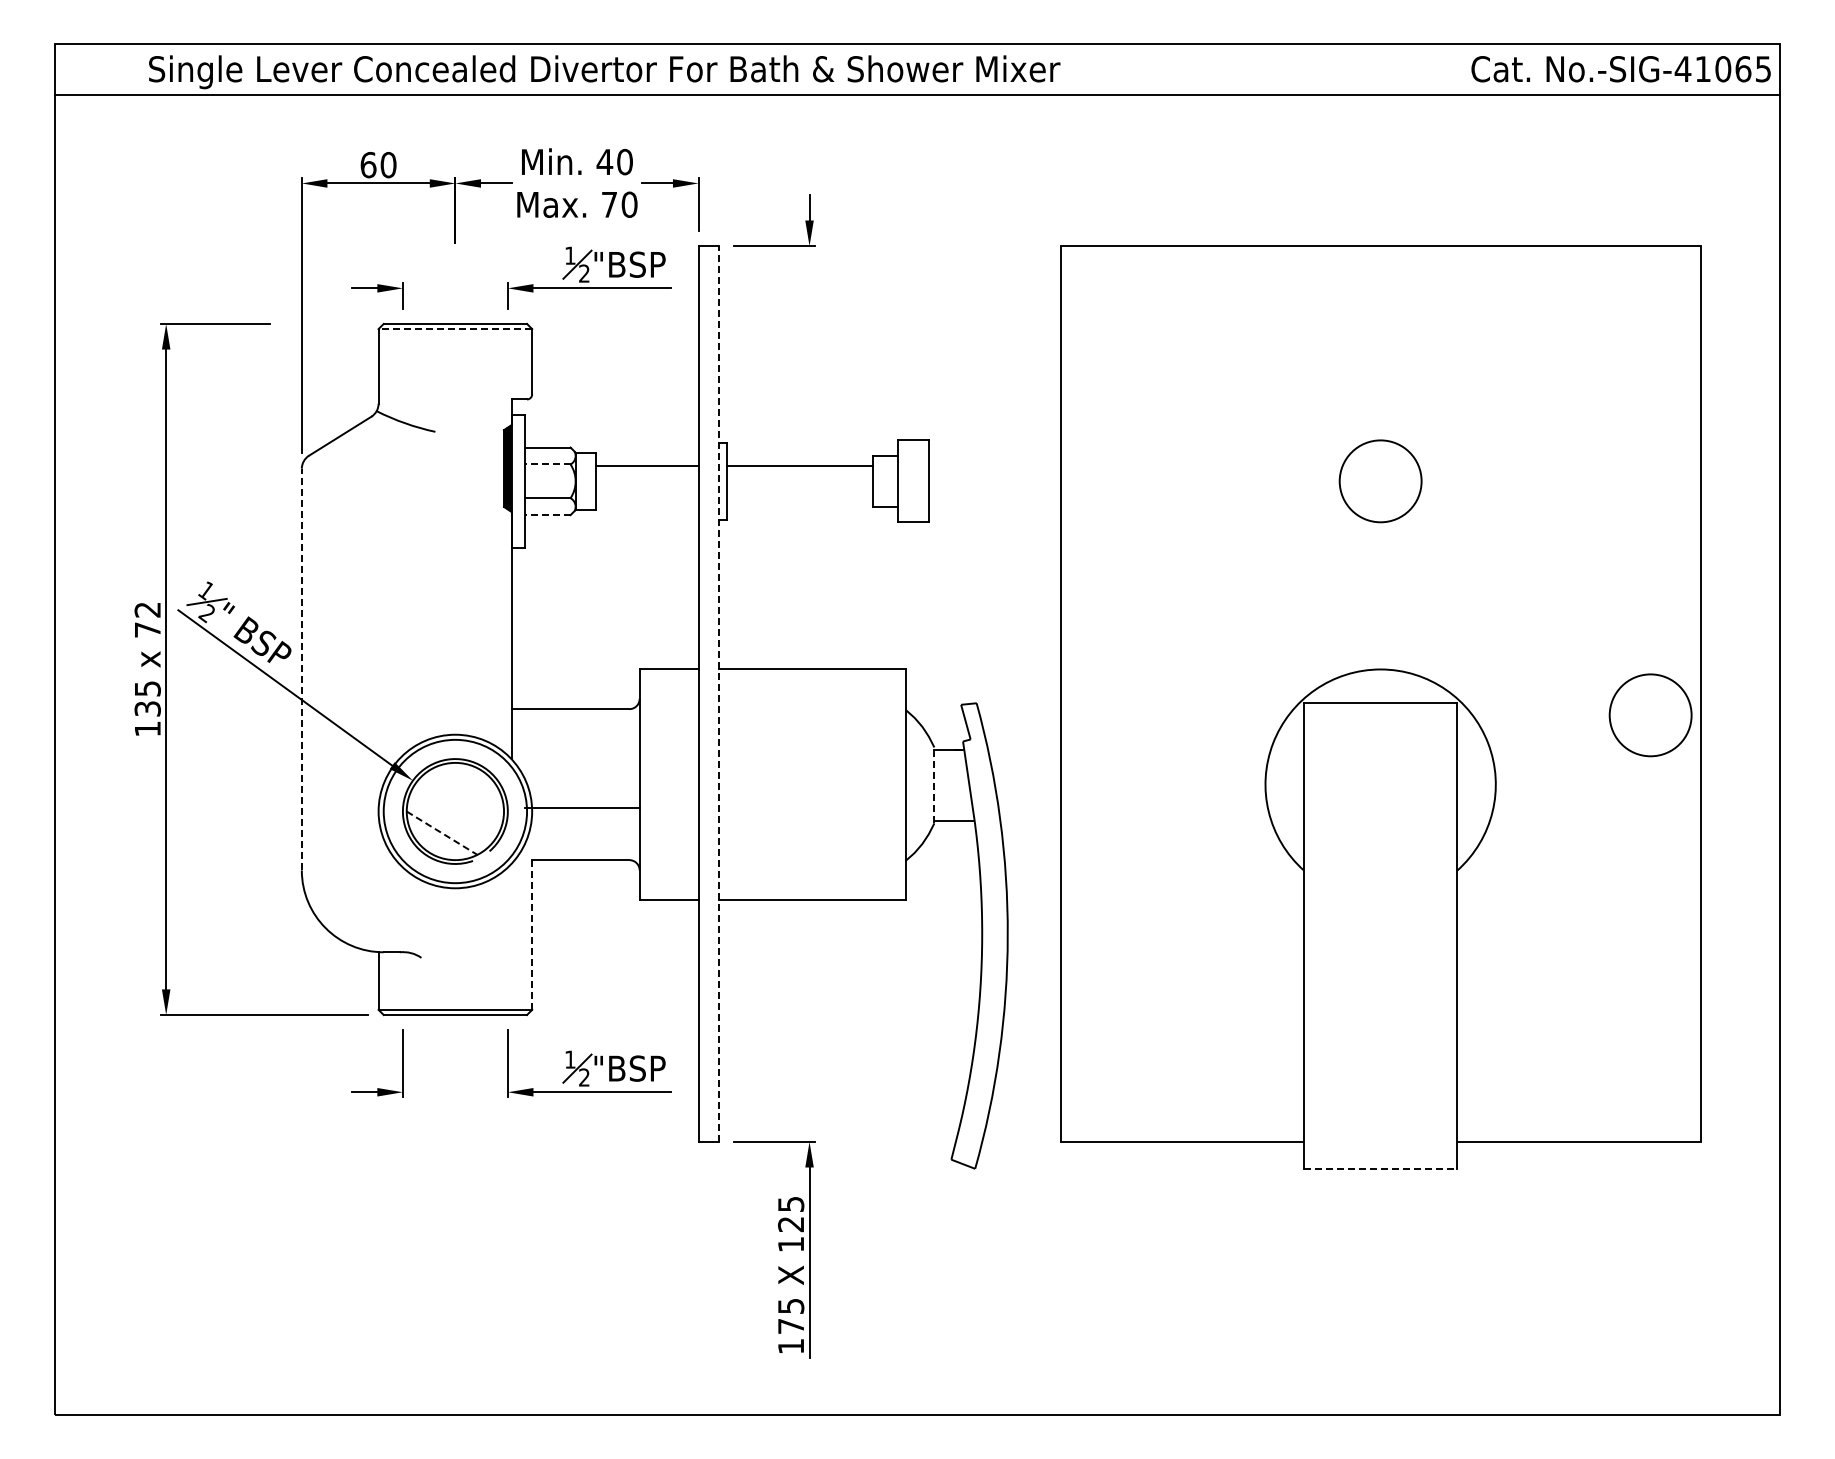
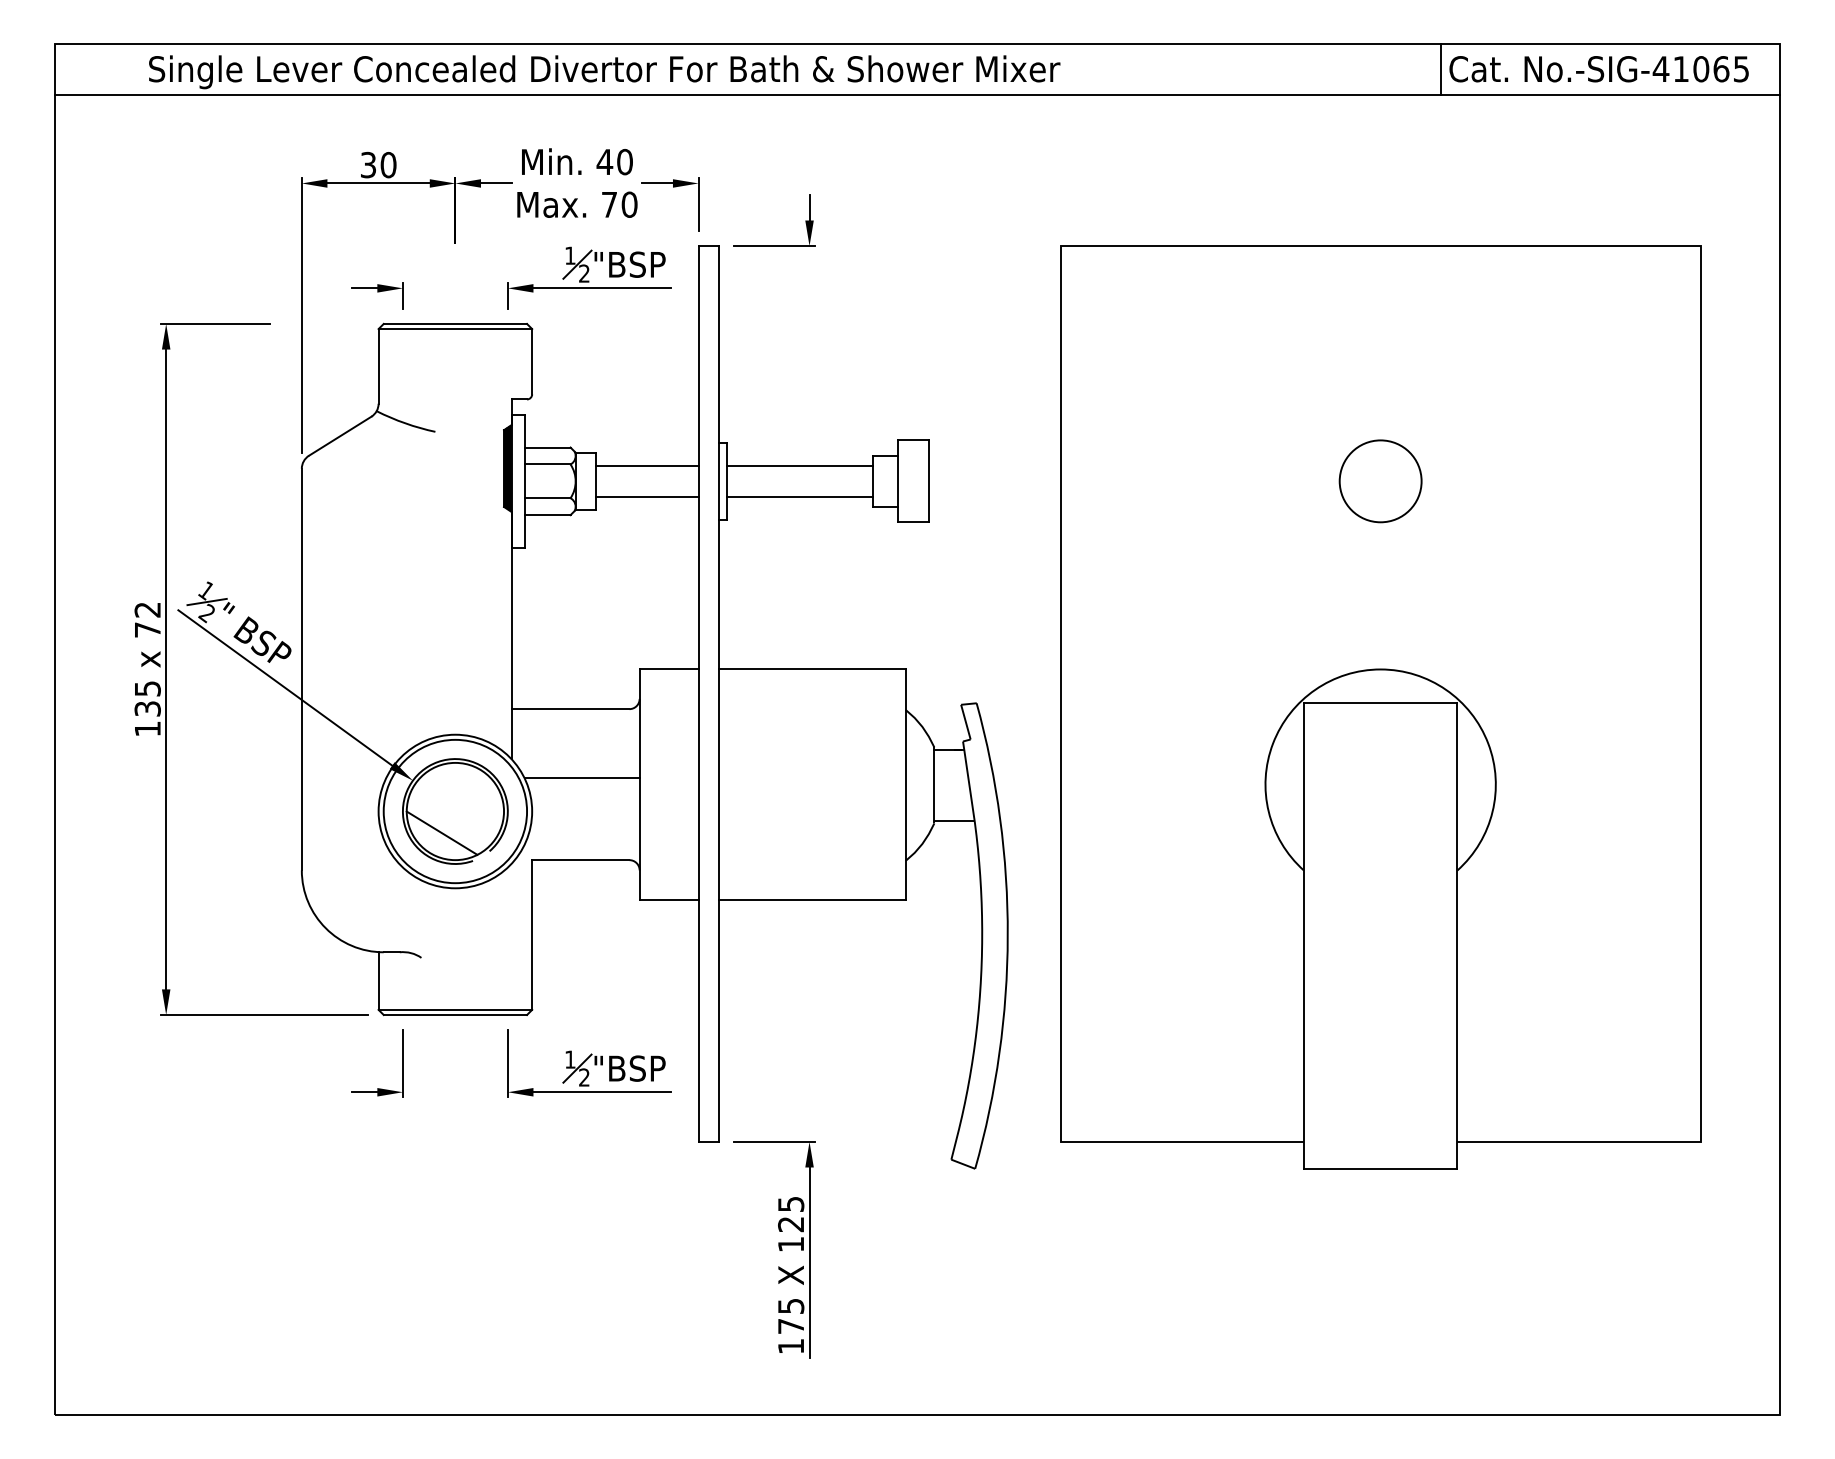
line at (1441, 69): none -> present
text at (1620, 69) position: (1620, 69) -> (1598, 69)
text at (368, 164): 60 -> 30
line at (455, 329): dashed -> solid
line at (547, 464): dashed -> solid
line at (647, 496): none -> present
line at (799, 496): none -> present
line at (547, 515): dashed -> solid
line at (301, 669): dashed -> solid
line at (719, 694): dashed -> solid
circle at (1650, 715): present -> none
line at (934, 785): dashed -> solid
line at (581, 808) position: (581, 808) -> (581, 778)
line at (442, 833): dashed -> solid
line at (532, 935): dashed -> solid
line at (1380, 1168): dashed -> solid
